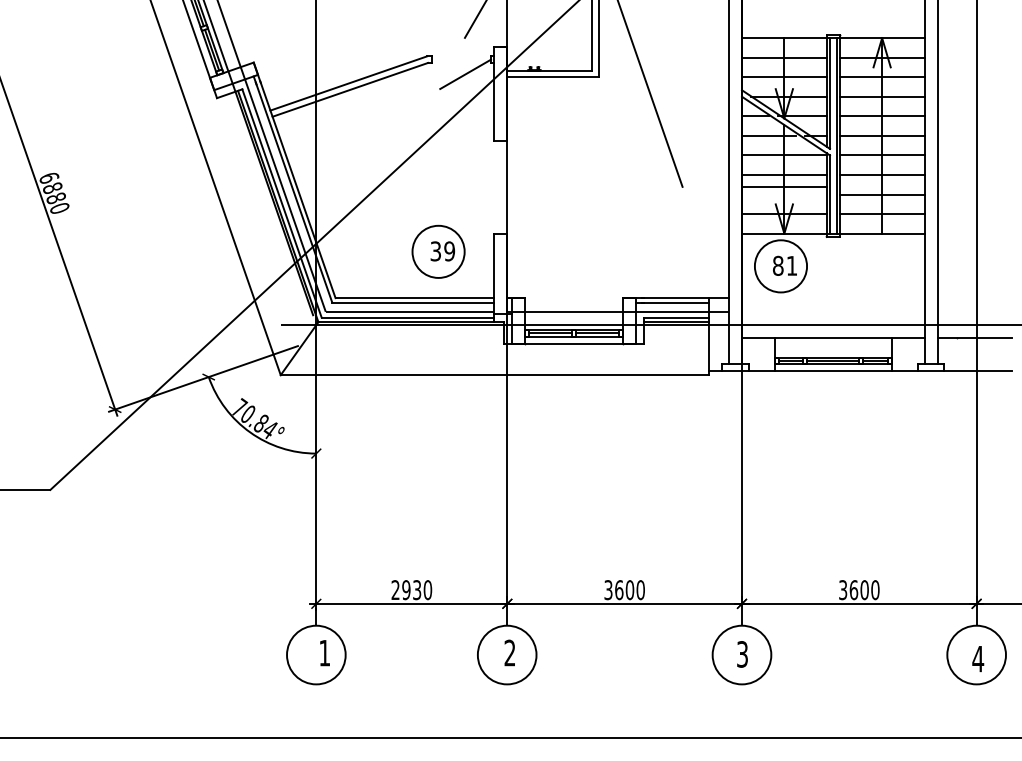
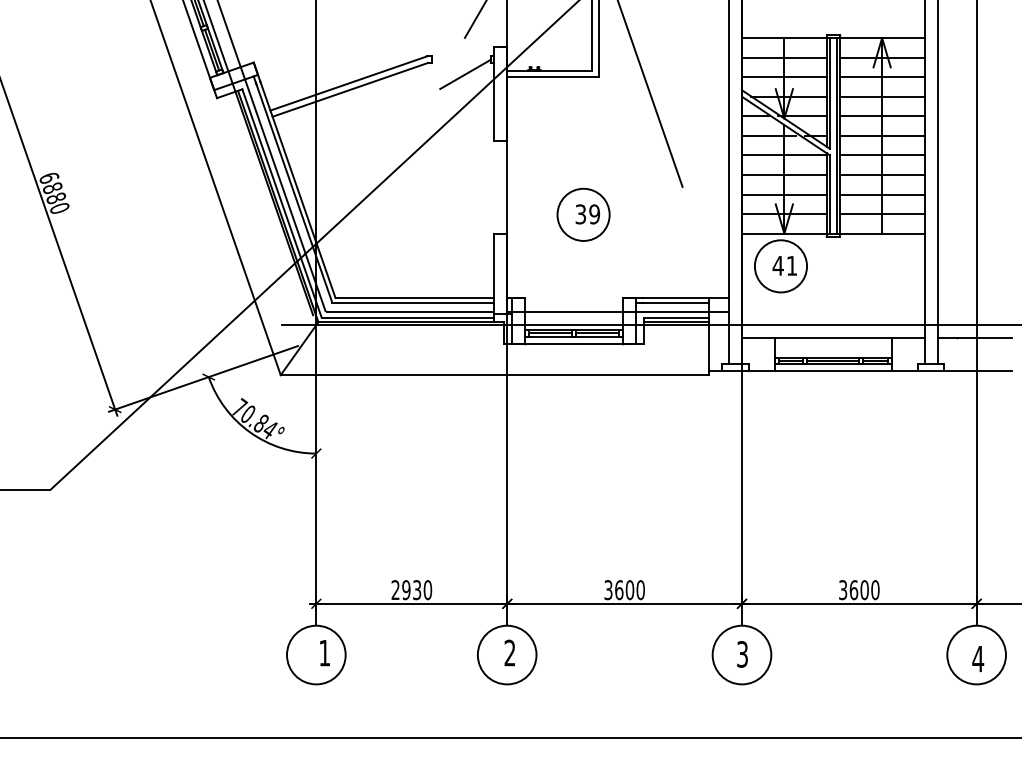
line at (783, 186) position: (783, 186) -> (783, 194)
part at (438, 251) position: (438, 251) -> (583, 214)
text at (777, 265): 81 -> 41
